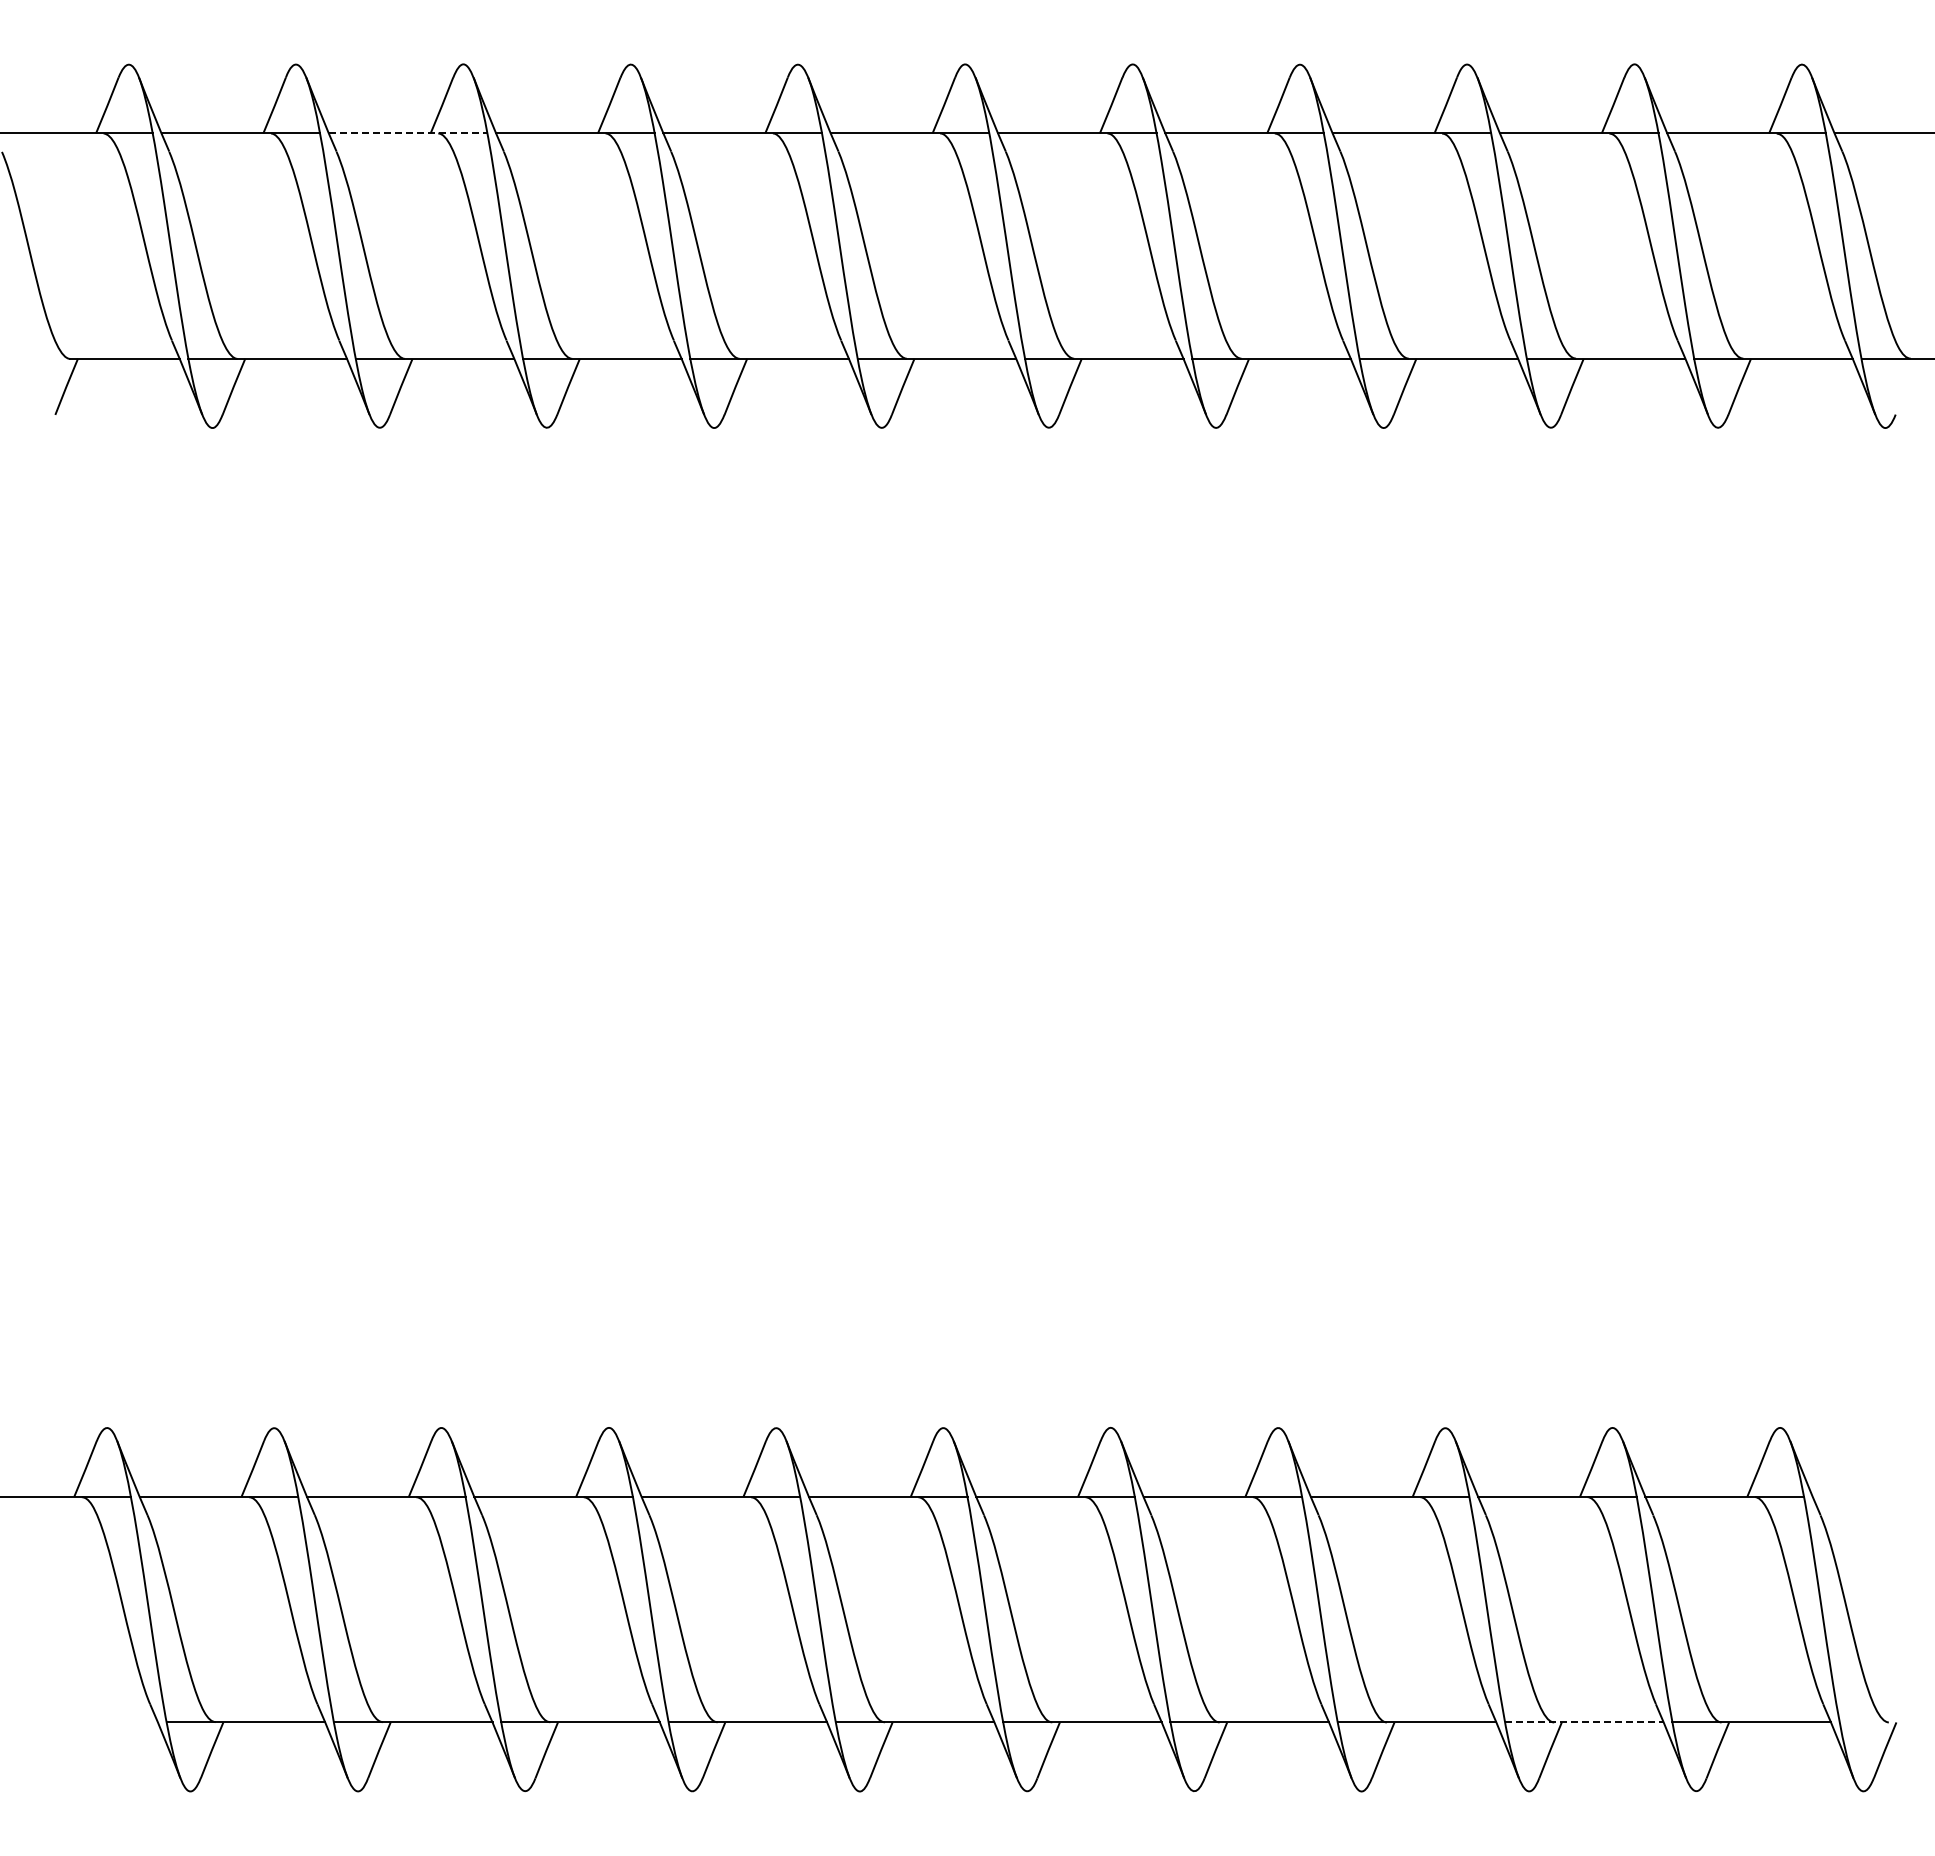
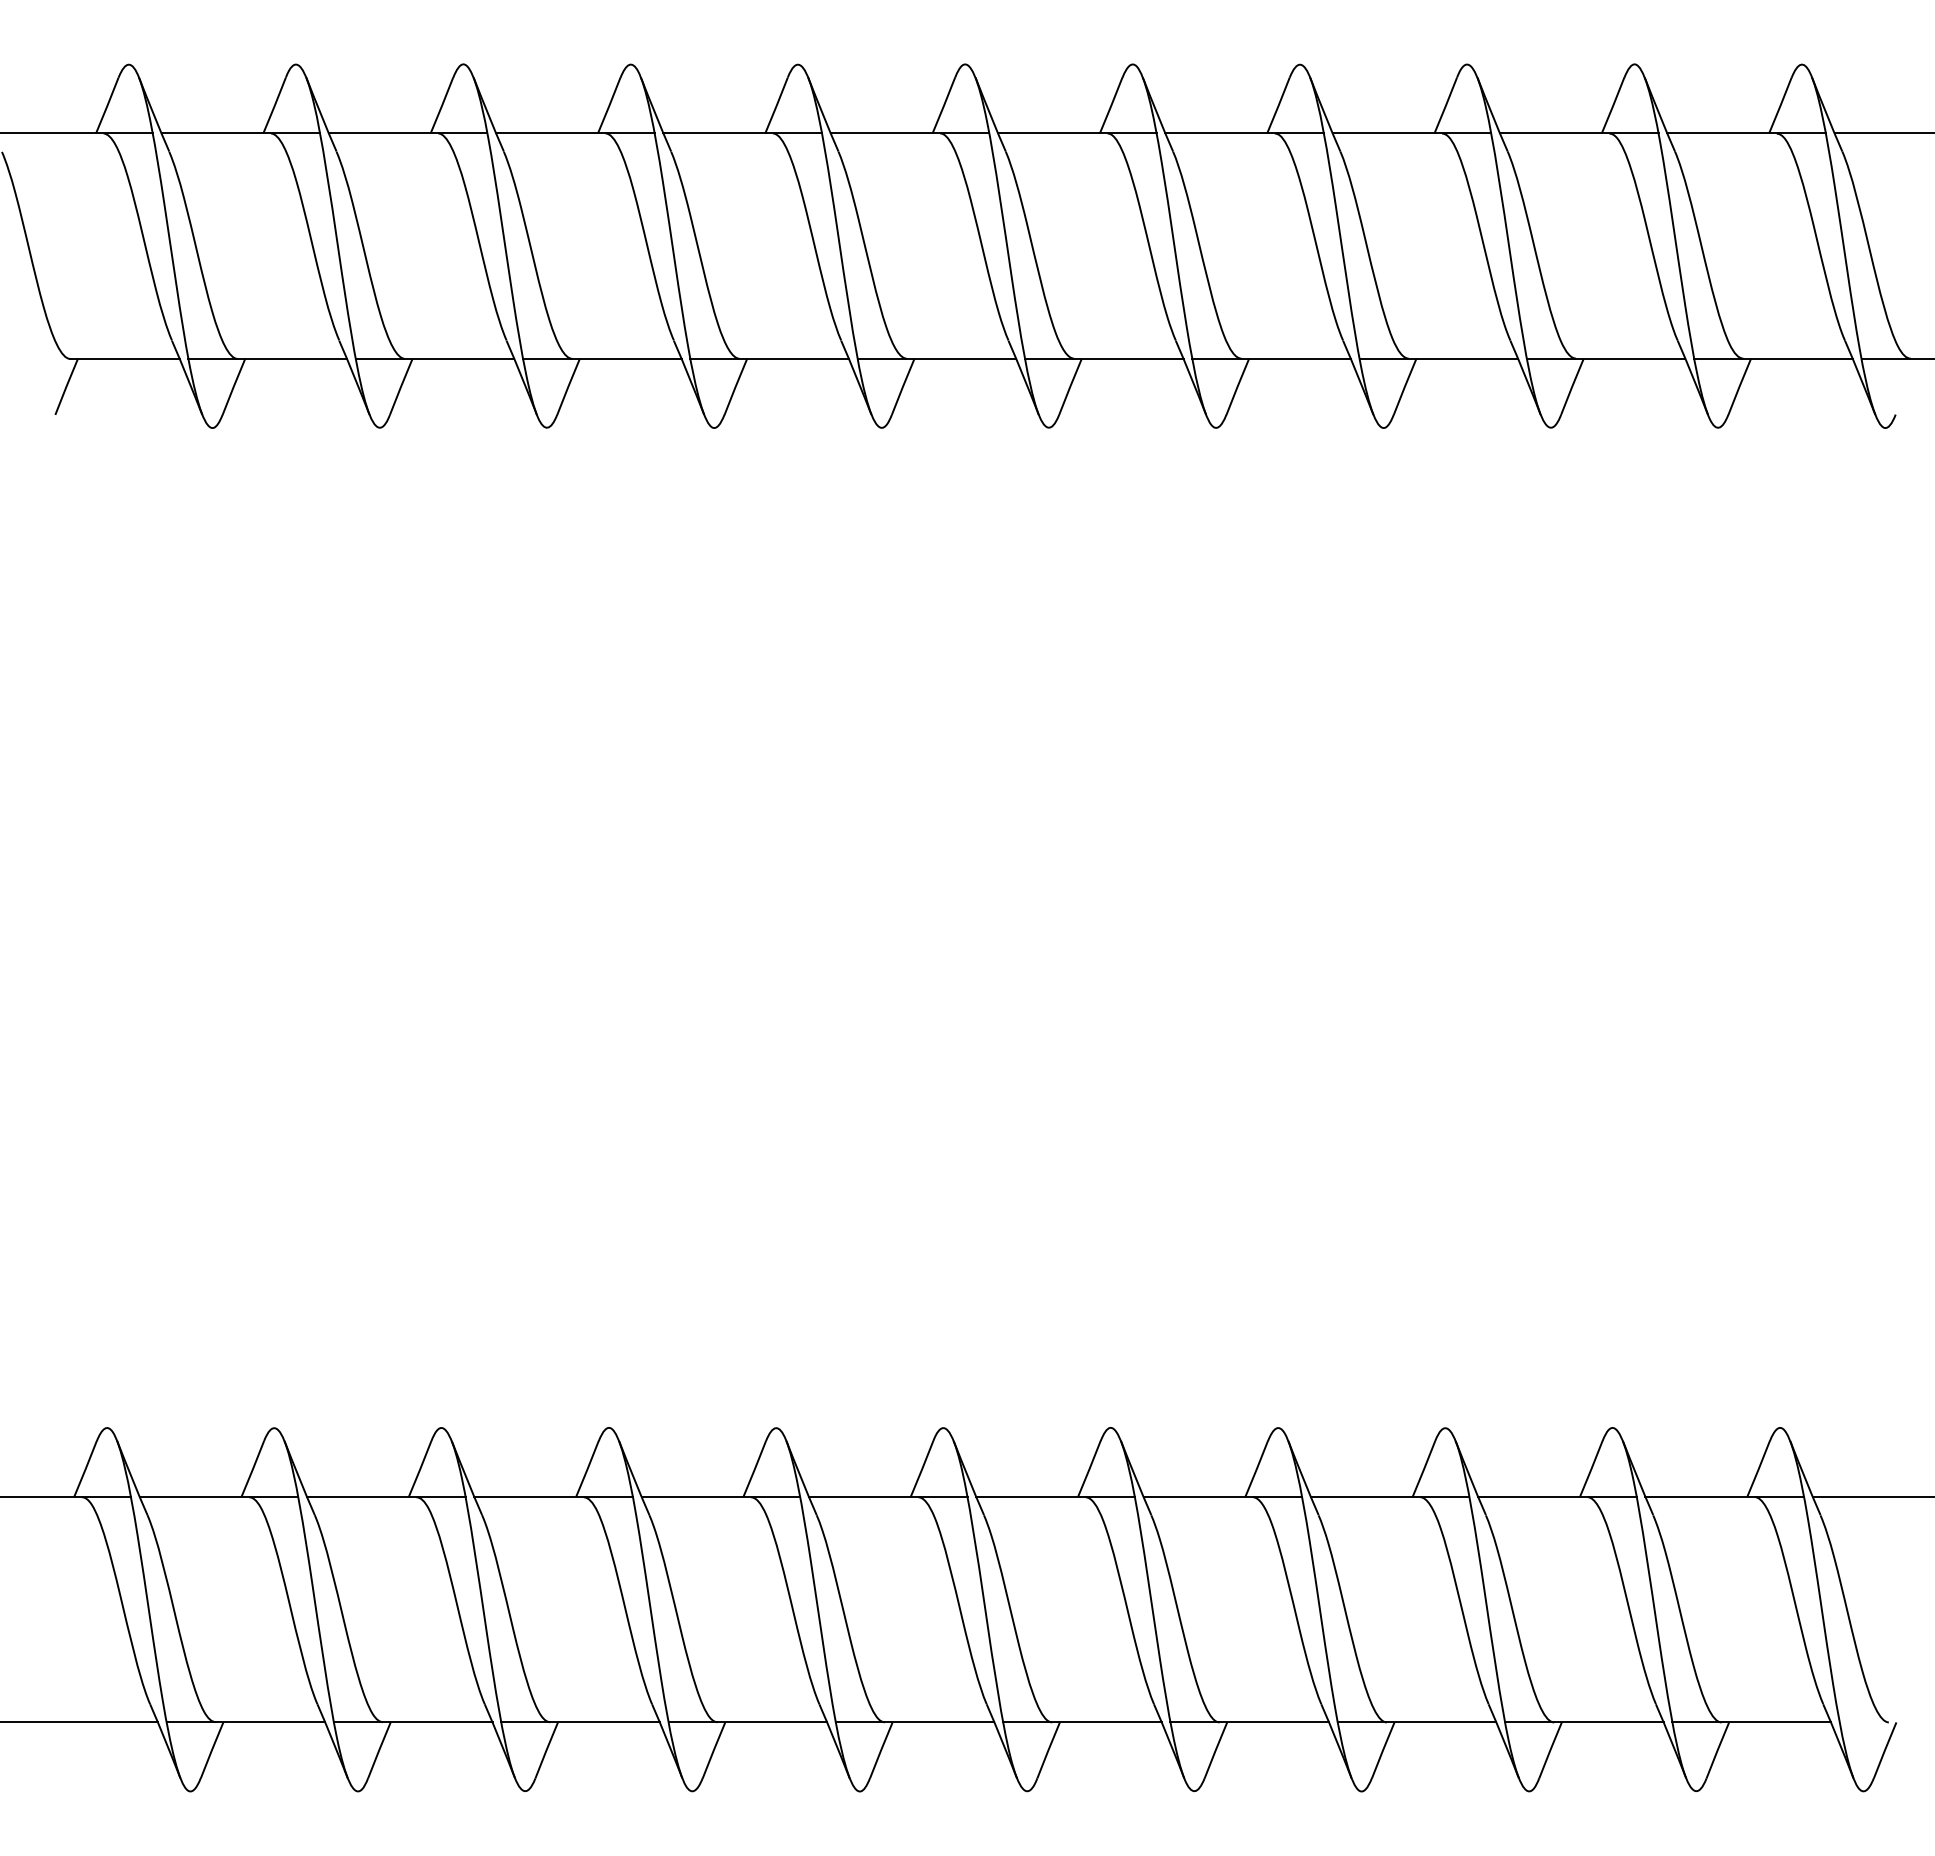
line at (408, 133): dashed -> solid
line at (1871, 1496): none -> present
line at (79, 1722): none -> present
line at (1584, 1722): dashed -> solid
